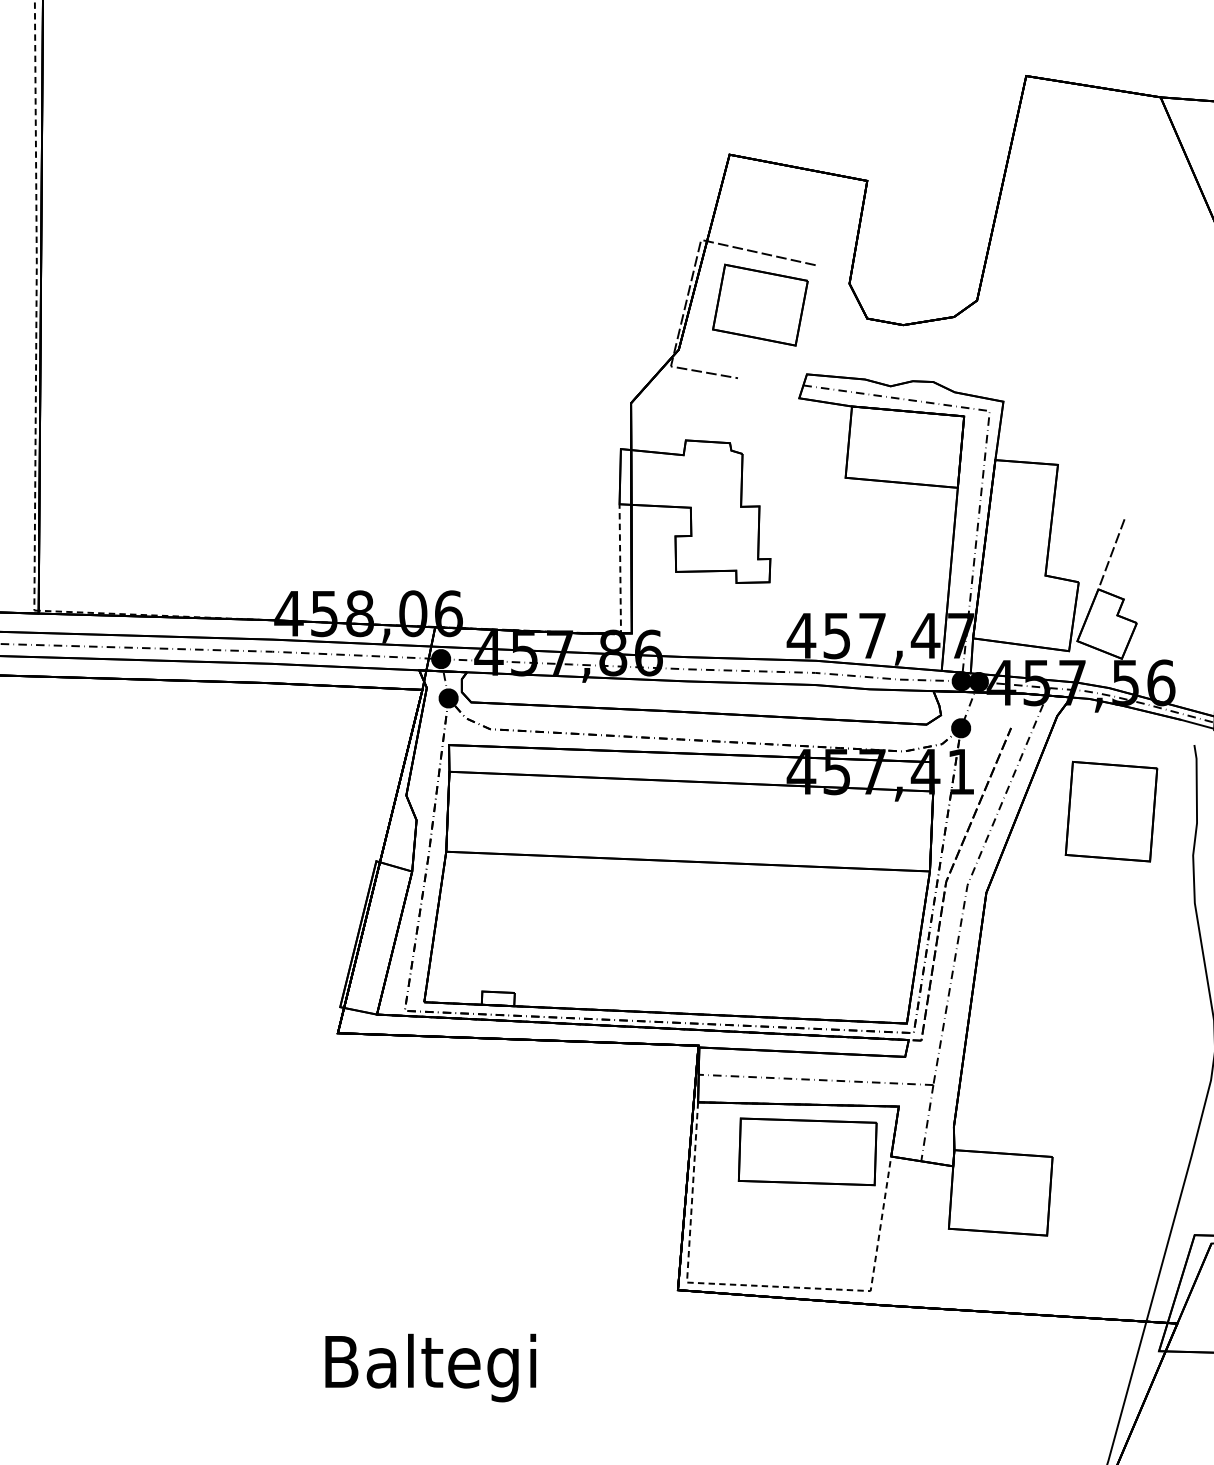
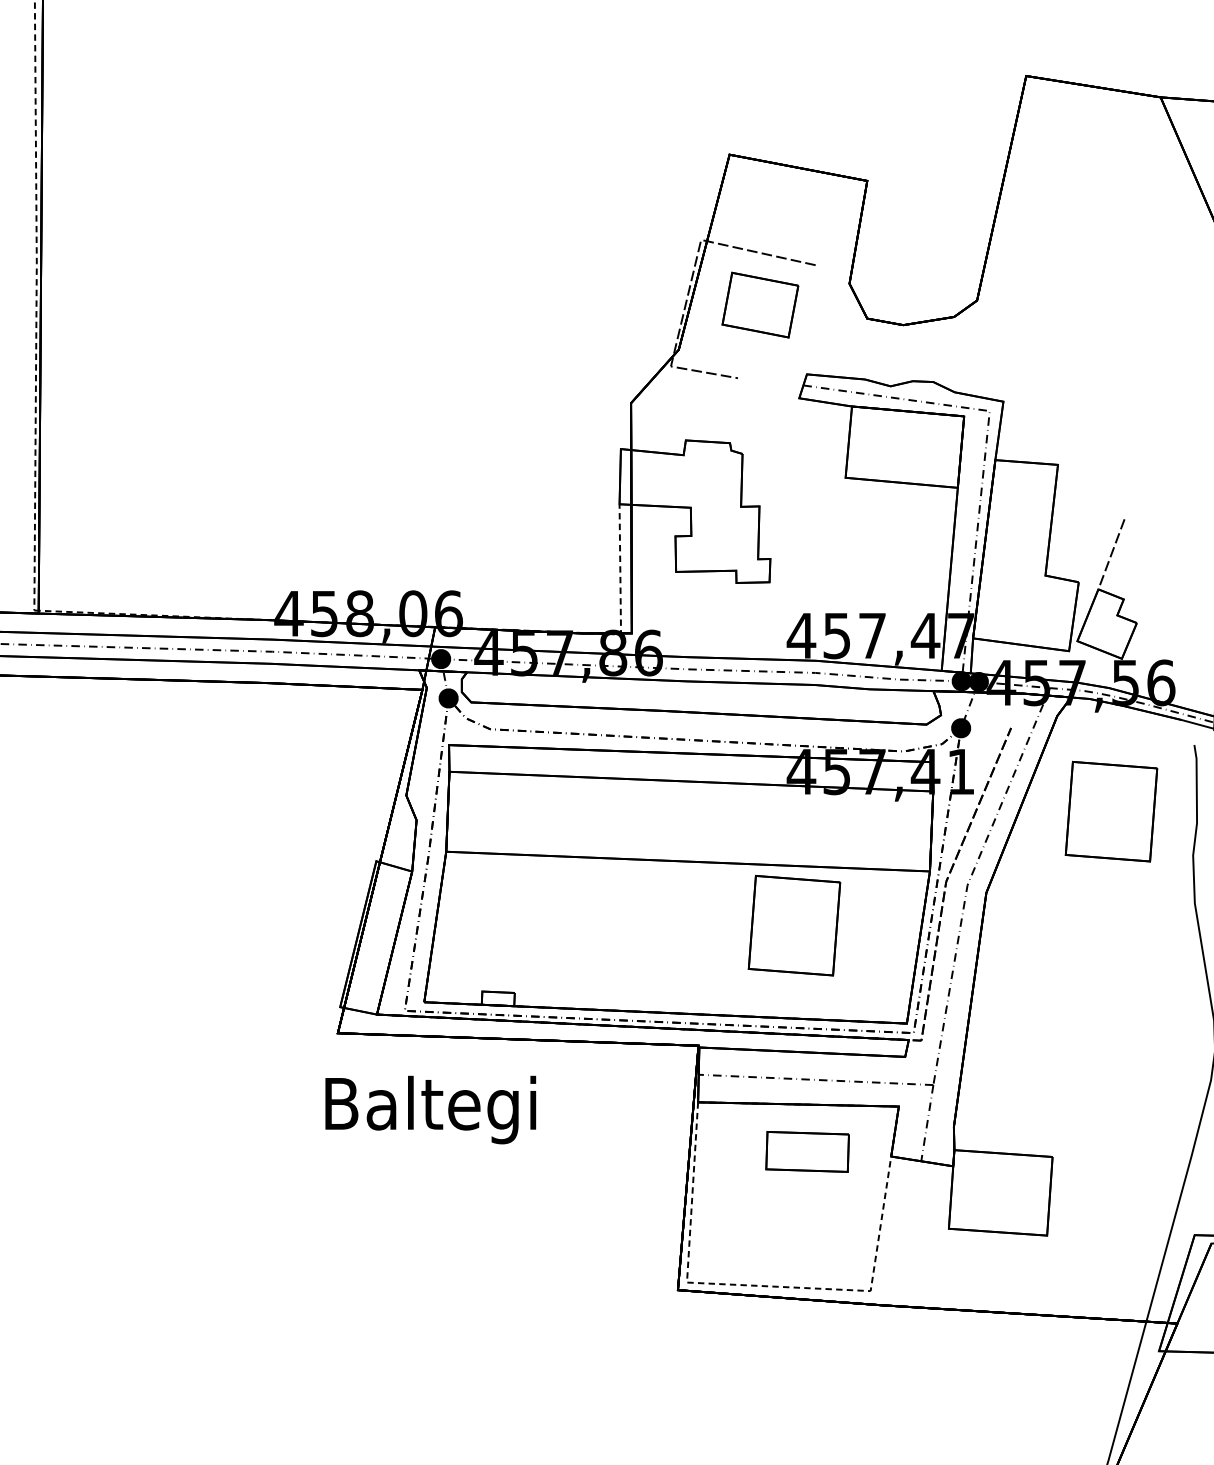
part at (760, 304) size: 97x84 px -> 79x68 px
part at (794, 925): none -> present
part at (807, 1151) size: 141x70 px -> 85x42 px
text at (430, 1367) position: (430, 1367) -> (430, 1109)
